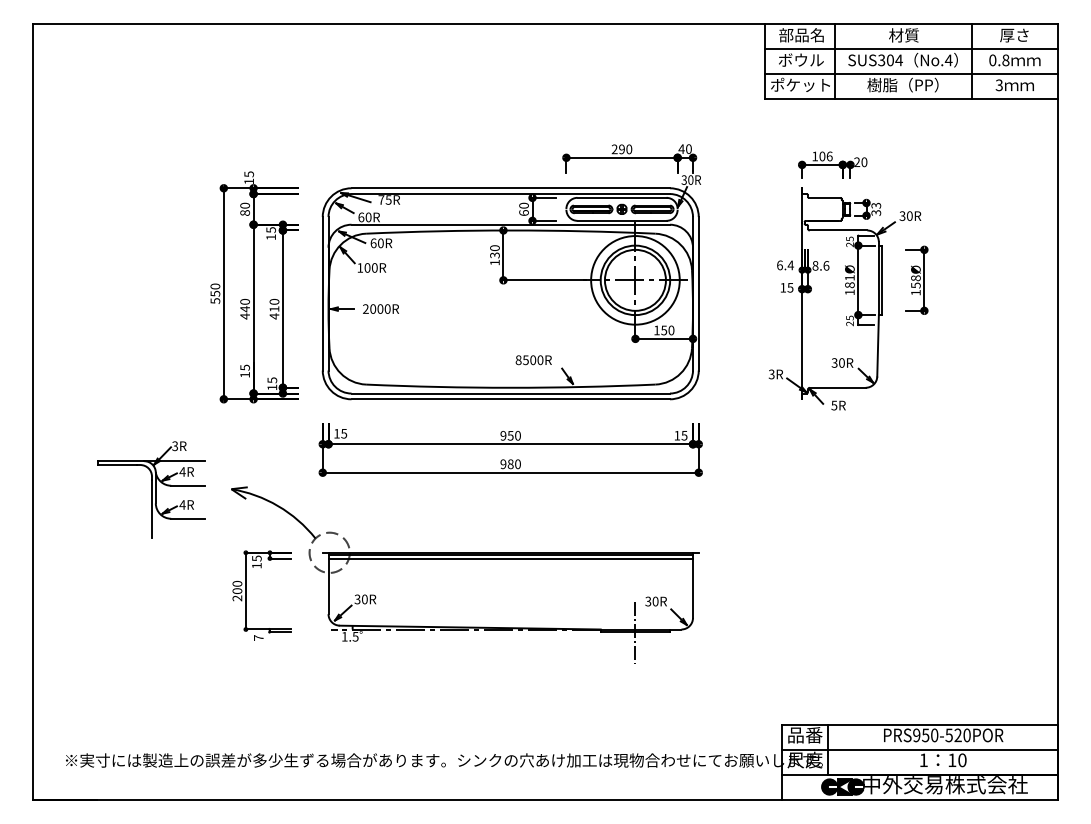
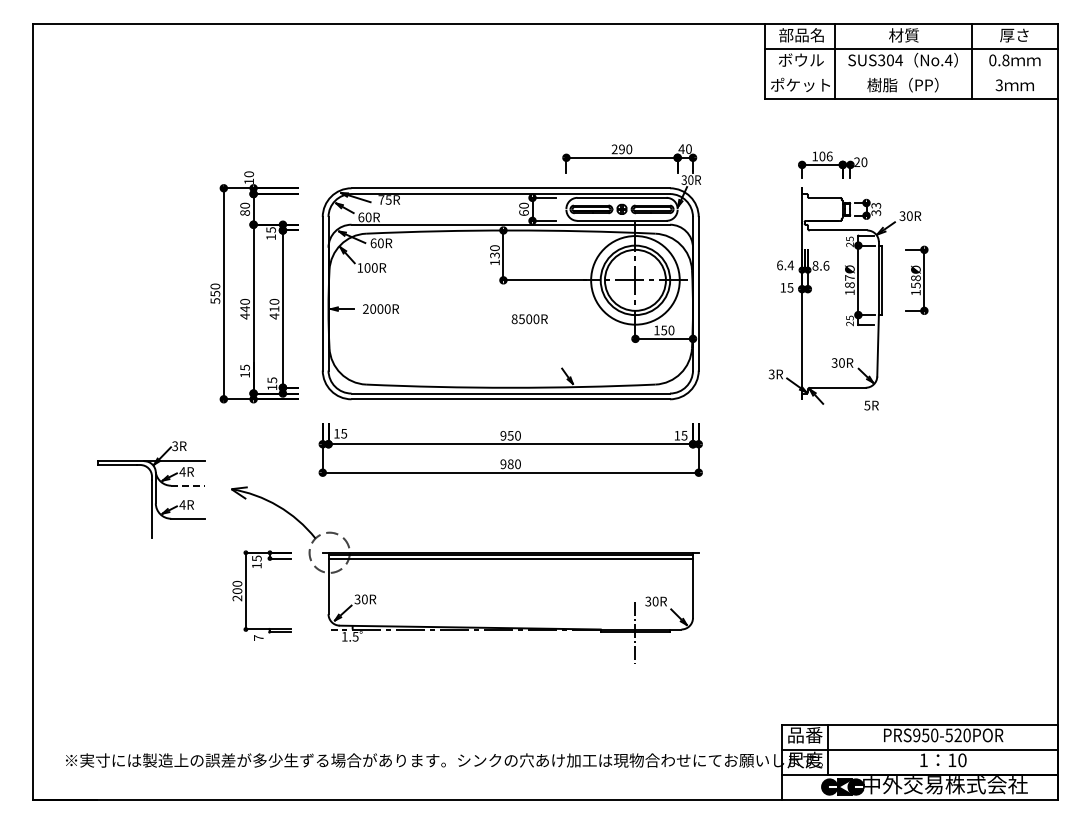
line at (911, 74): present -> none
text at (248, 174): 15 -> 10
text at (849, 277): 181Ø -> 187Ø
text at (533, 360) position: (533, 360) -> (529, 319)
text at (838, 405) position: (838, 405) -> (871, 405)
line at (187, 485): solid -> dashed
